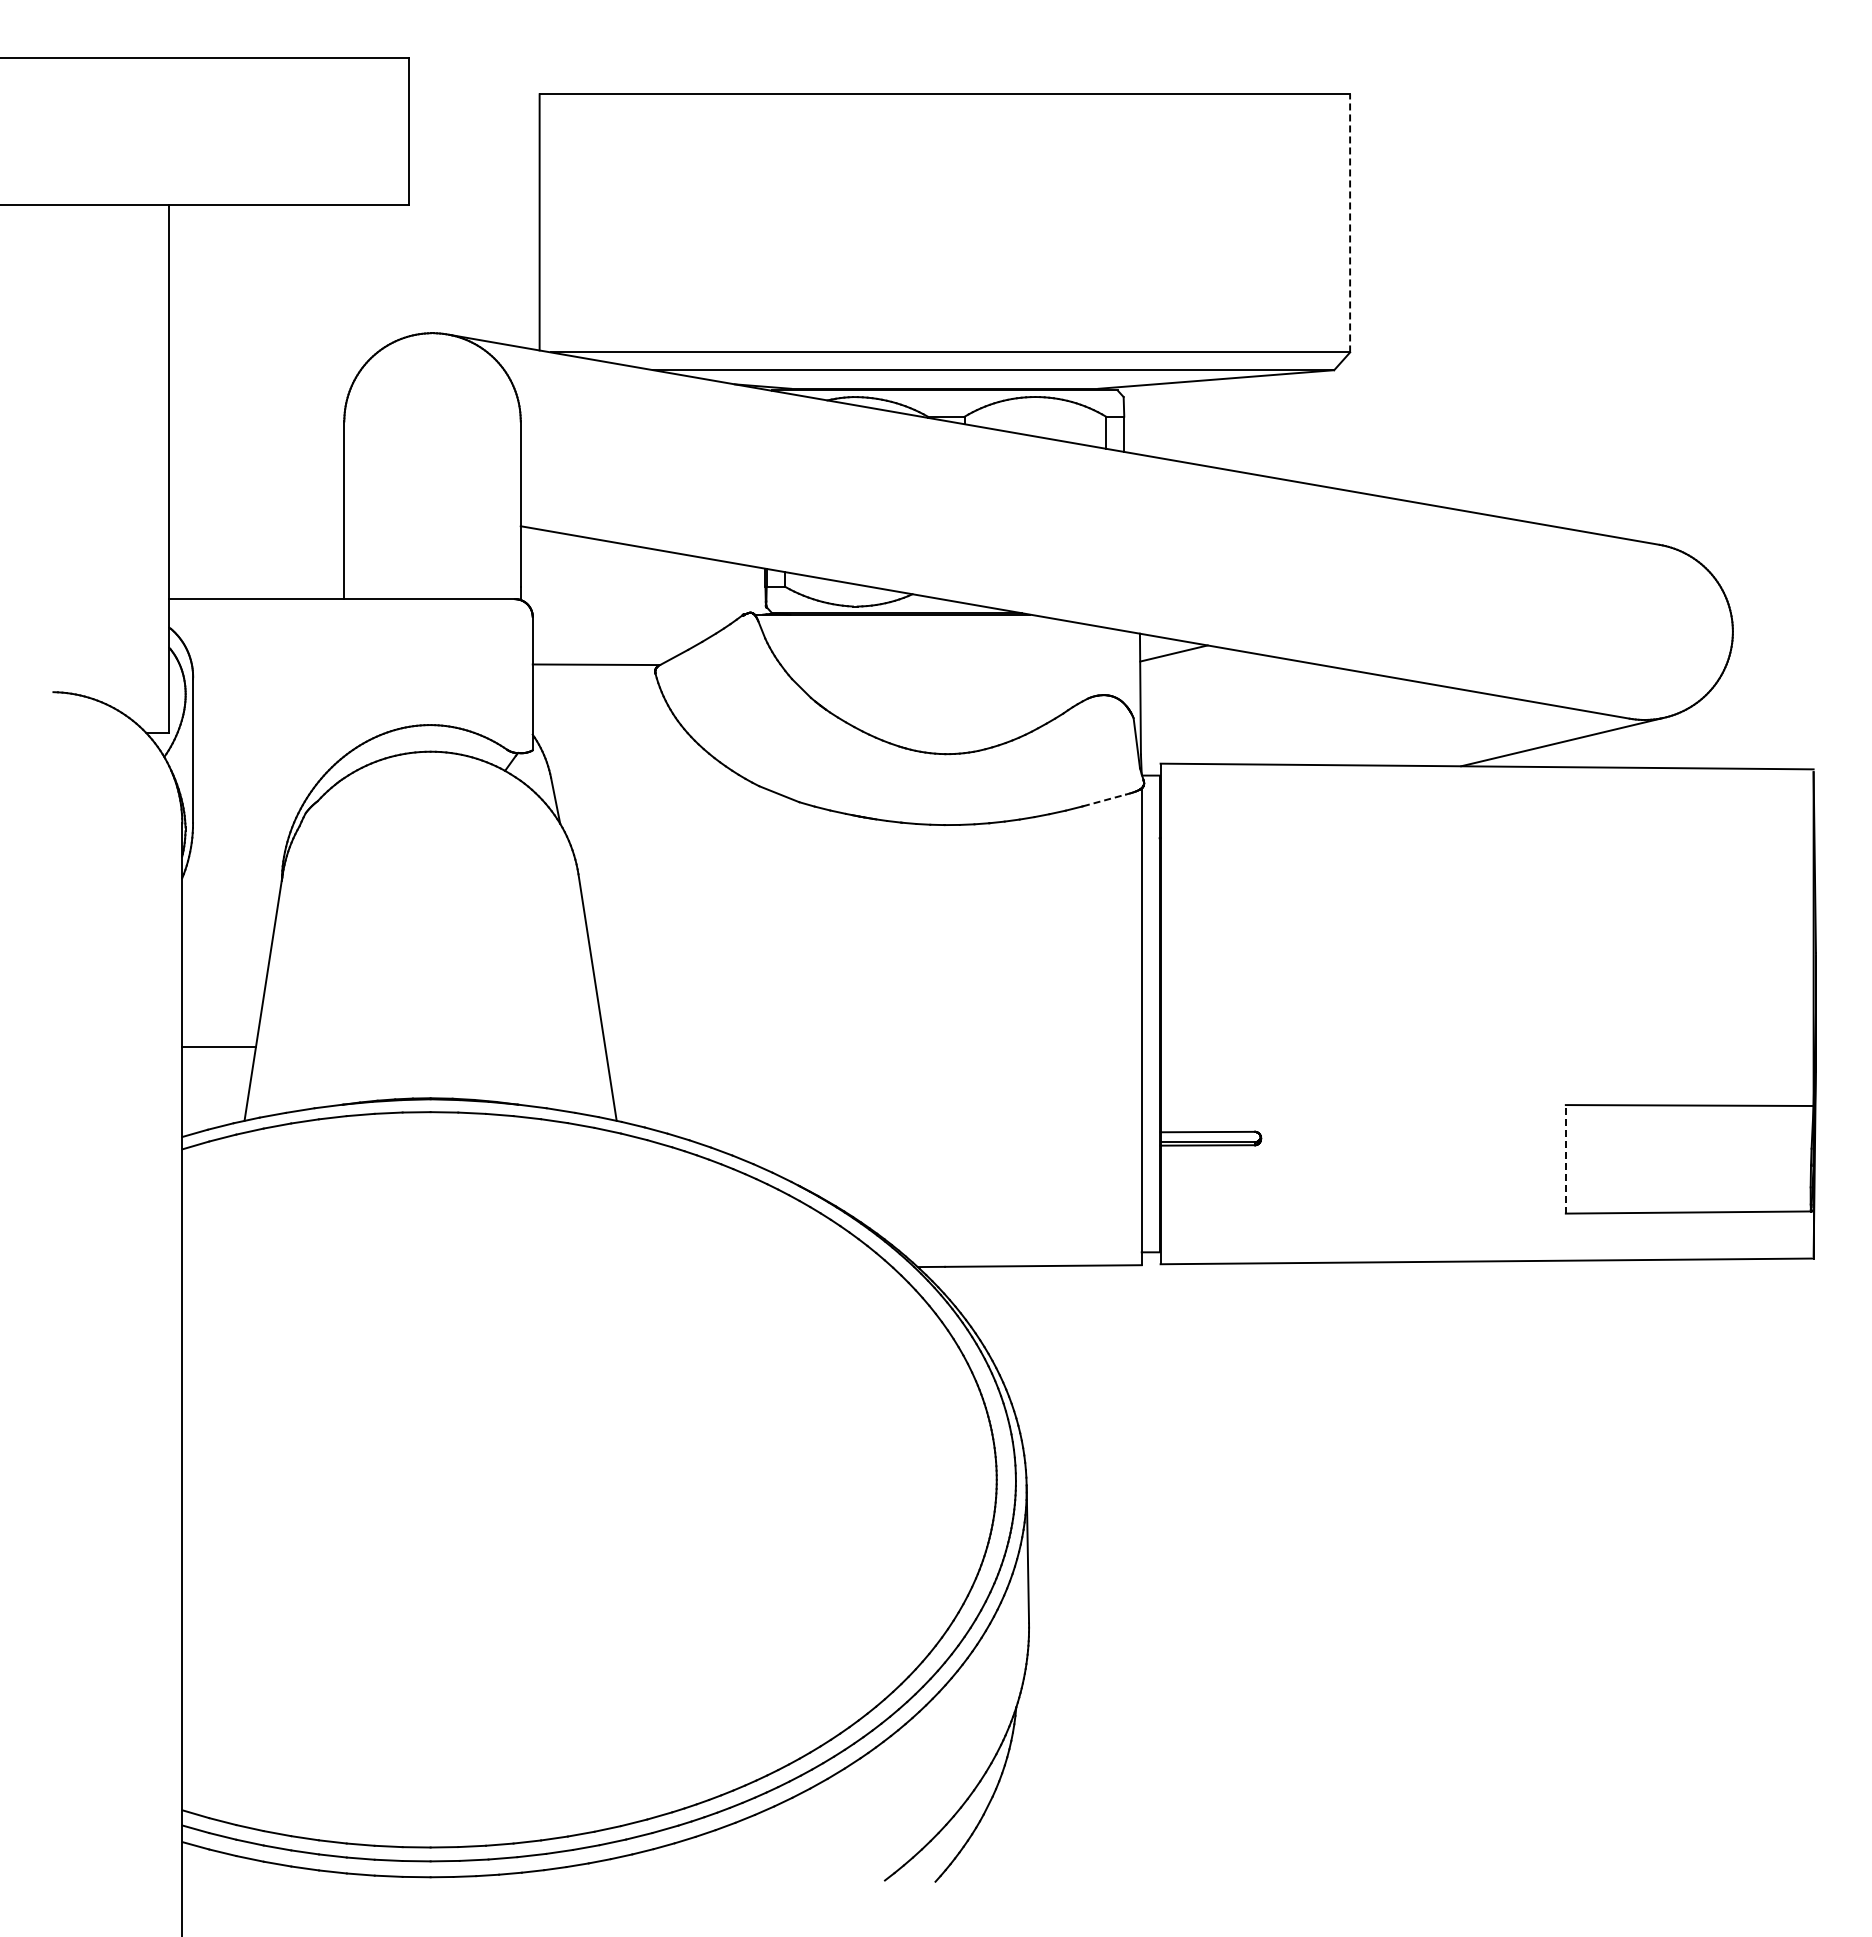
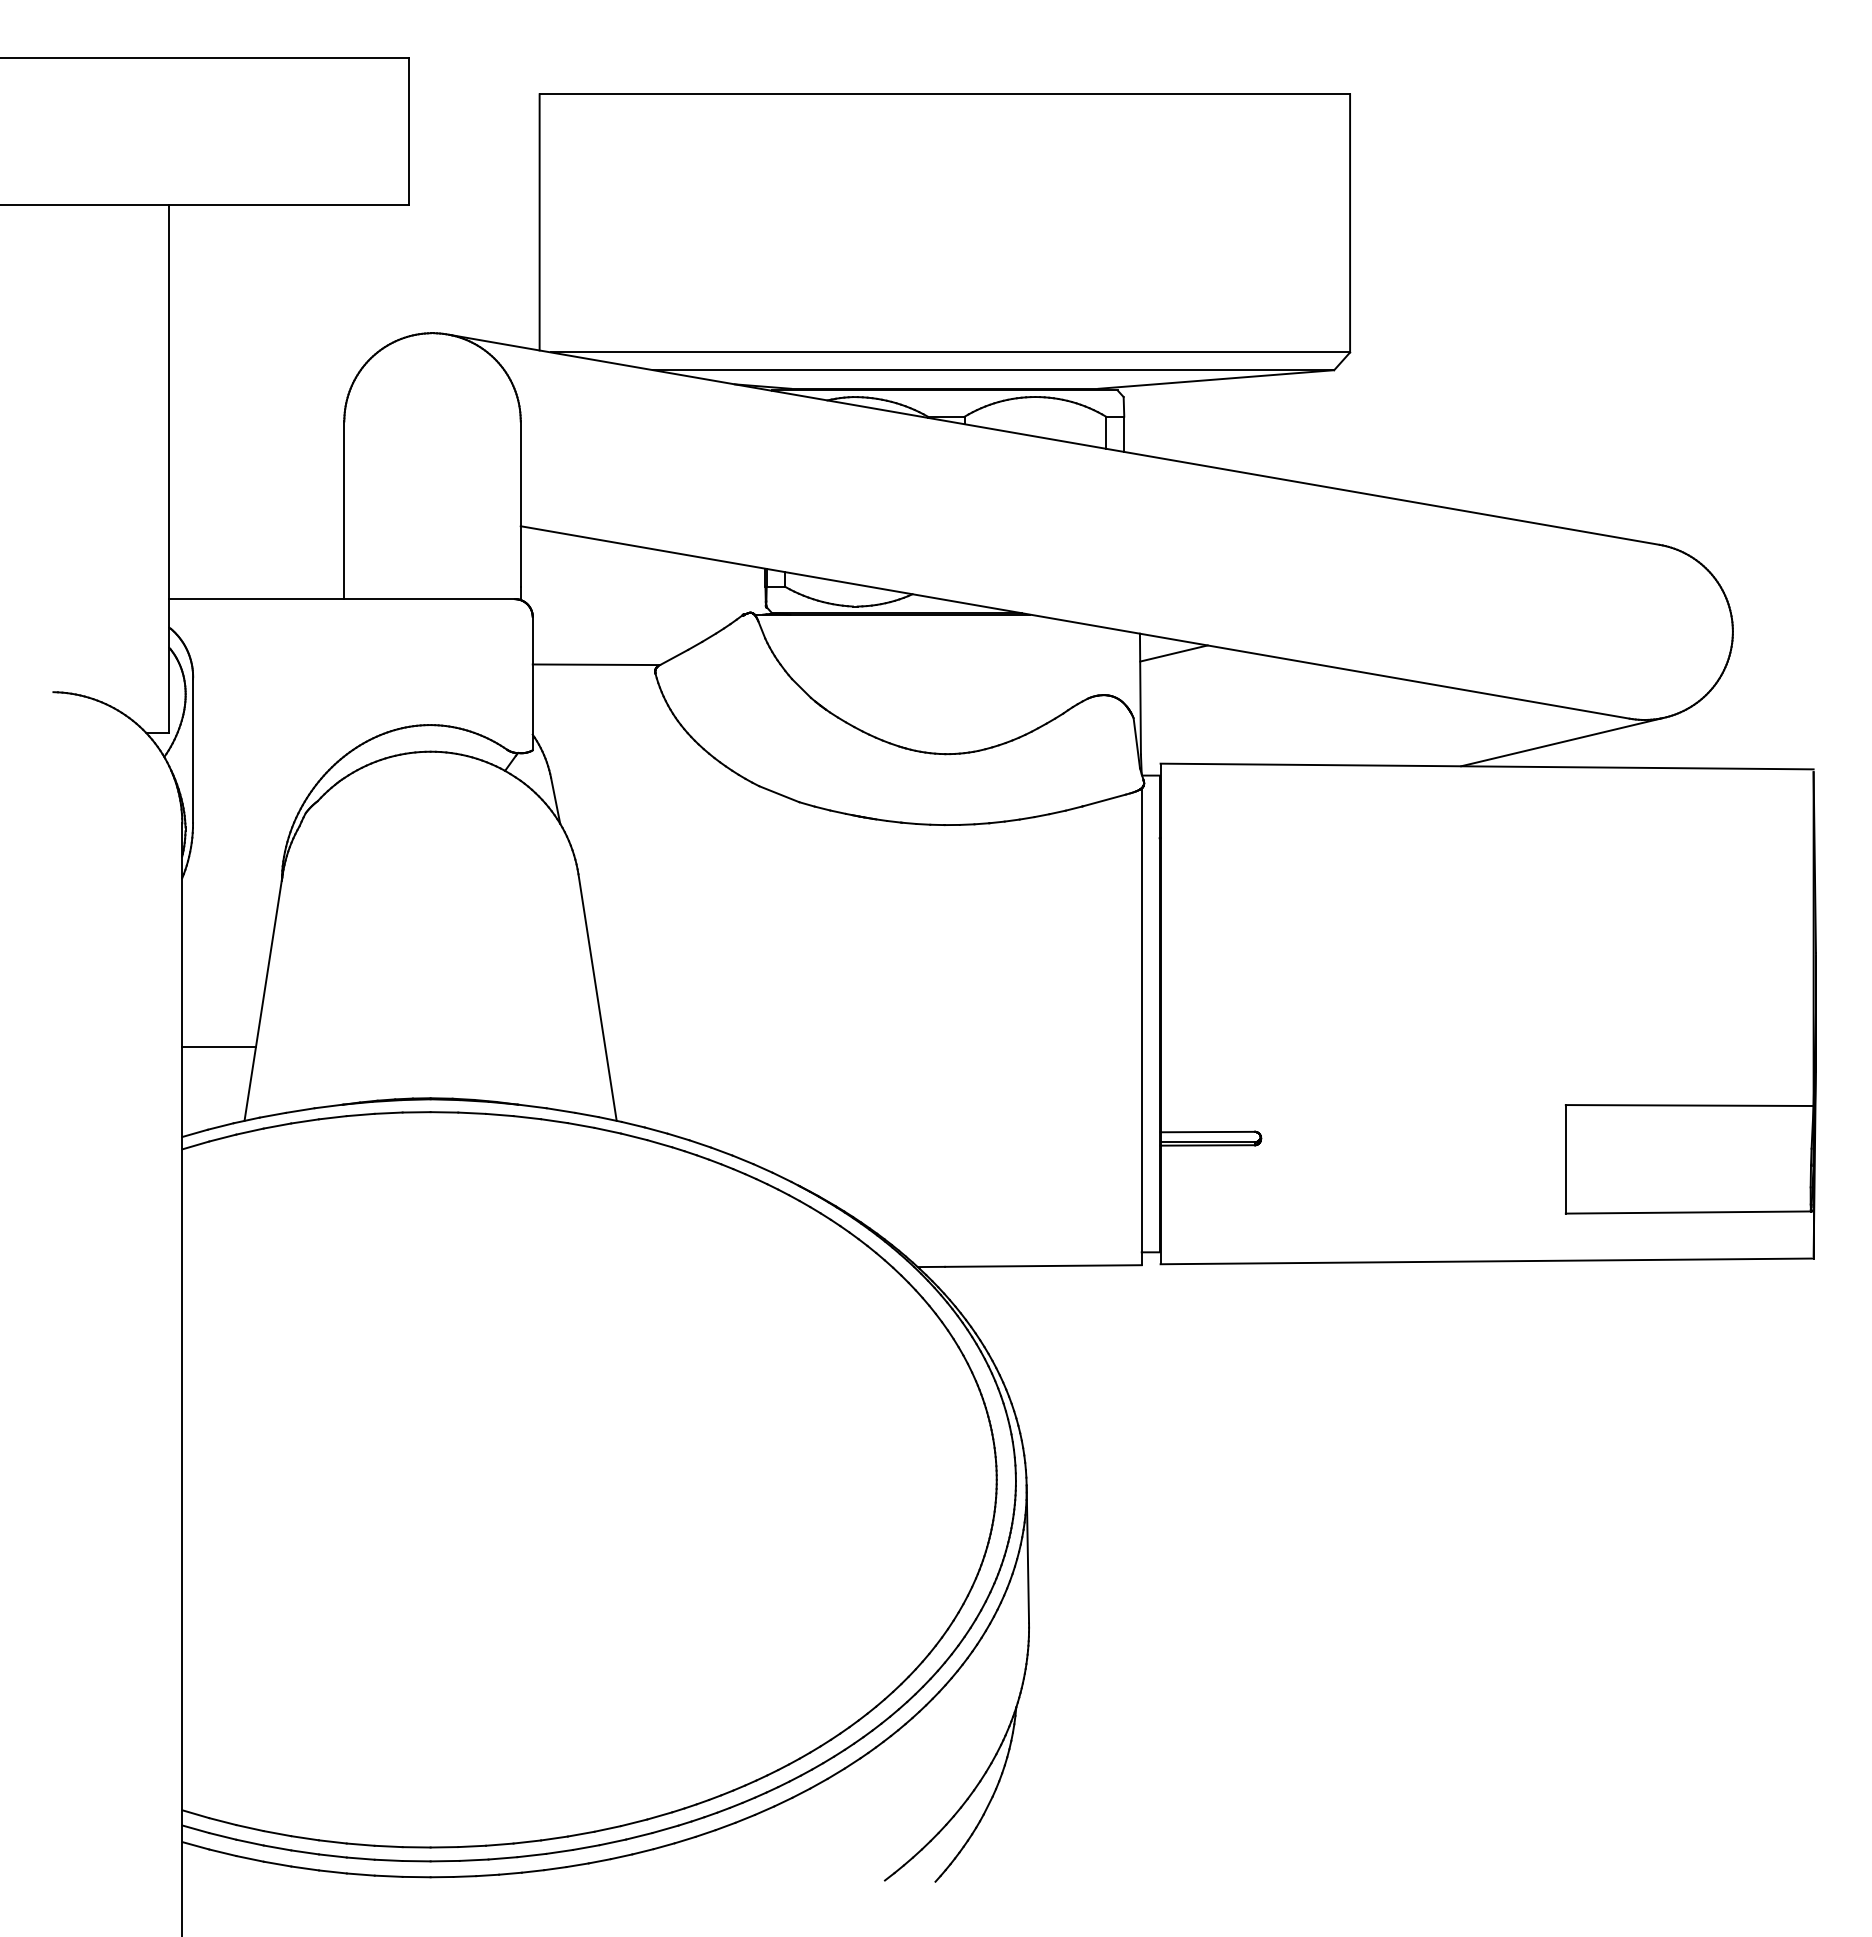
line at (1350, 222): dashed -> solid
line at (1104, 800): dashed -> solid
line at (1565, 1158): dashed -> solid
